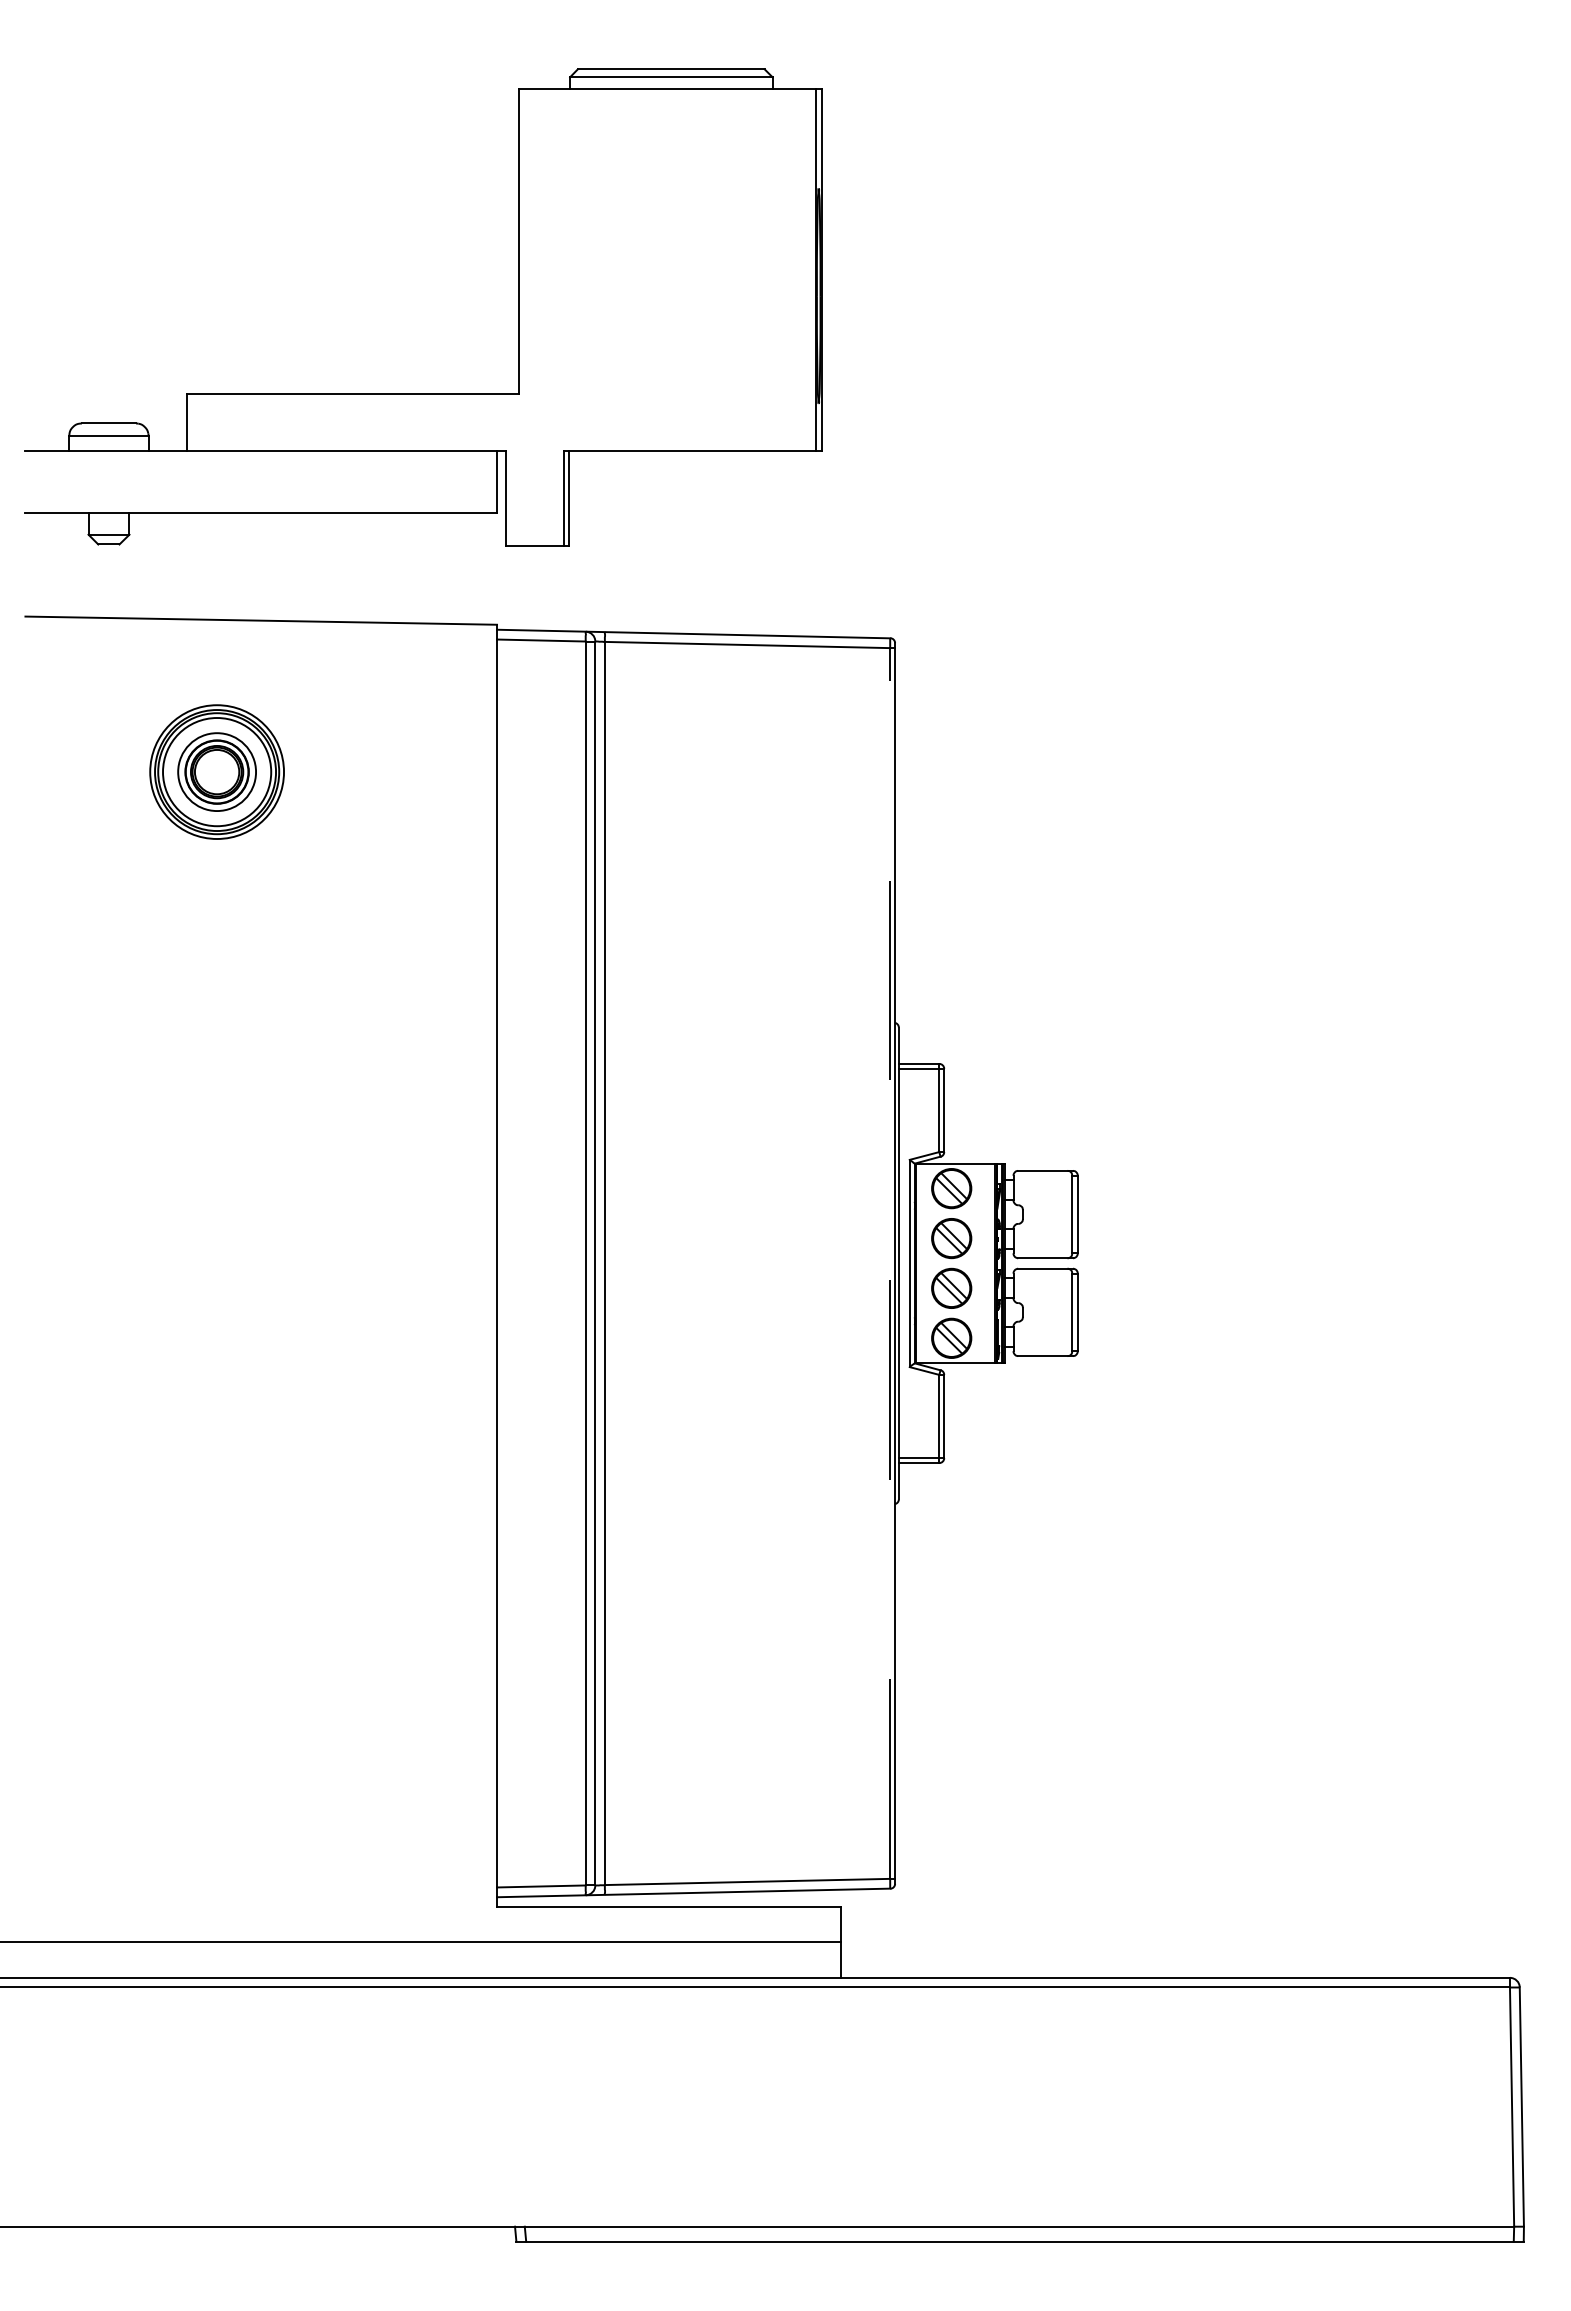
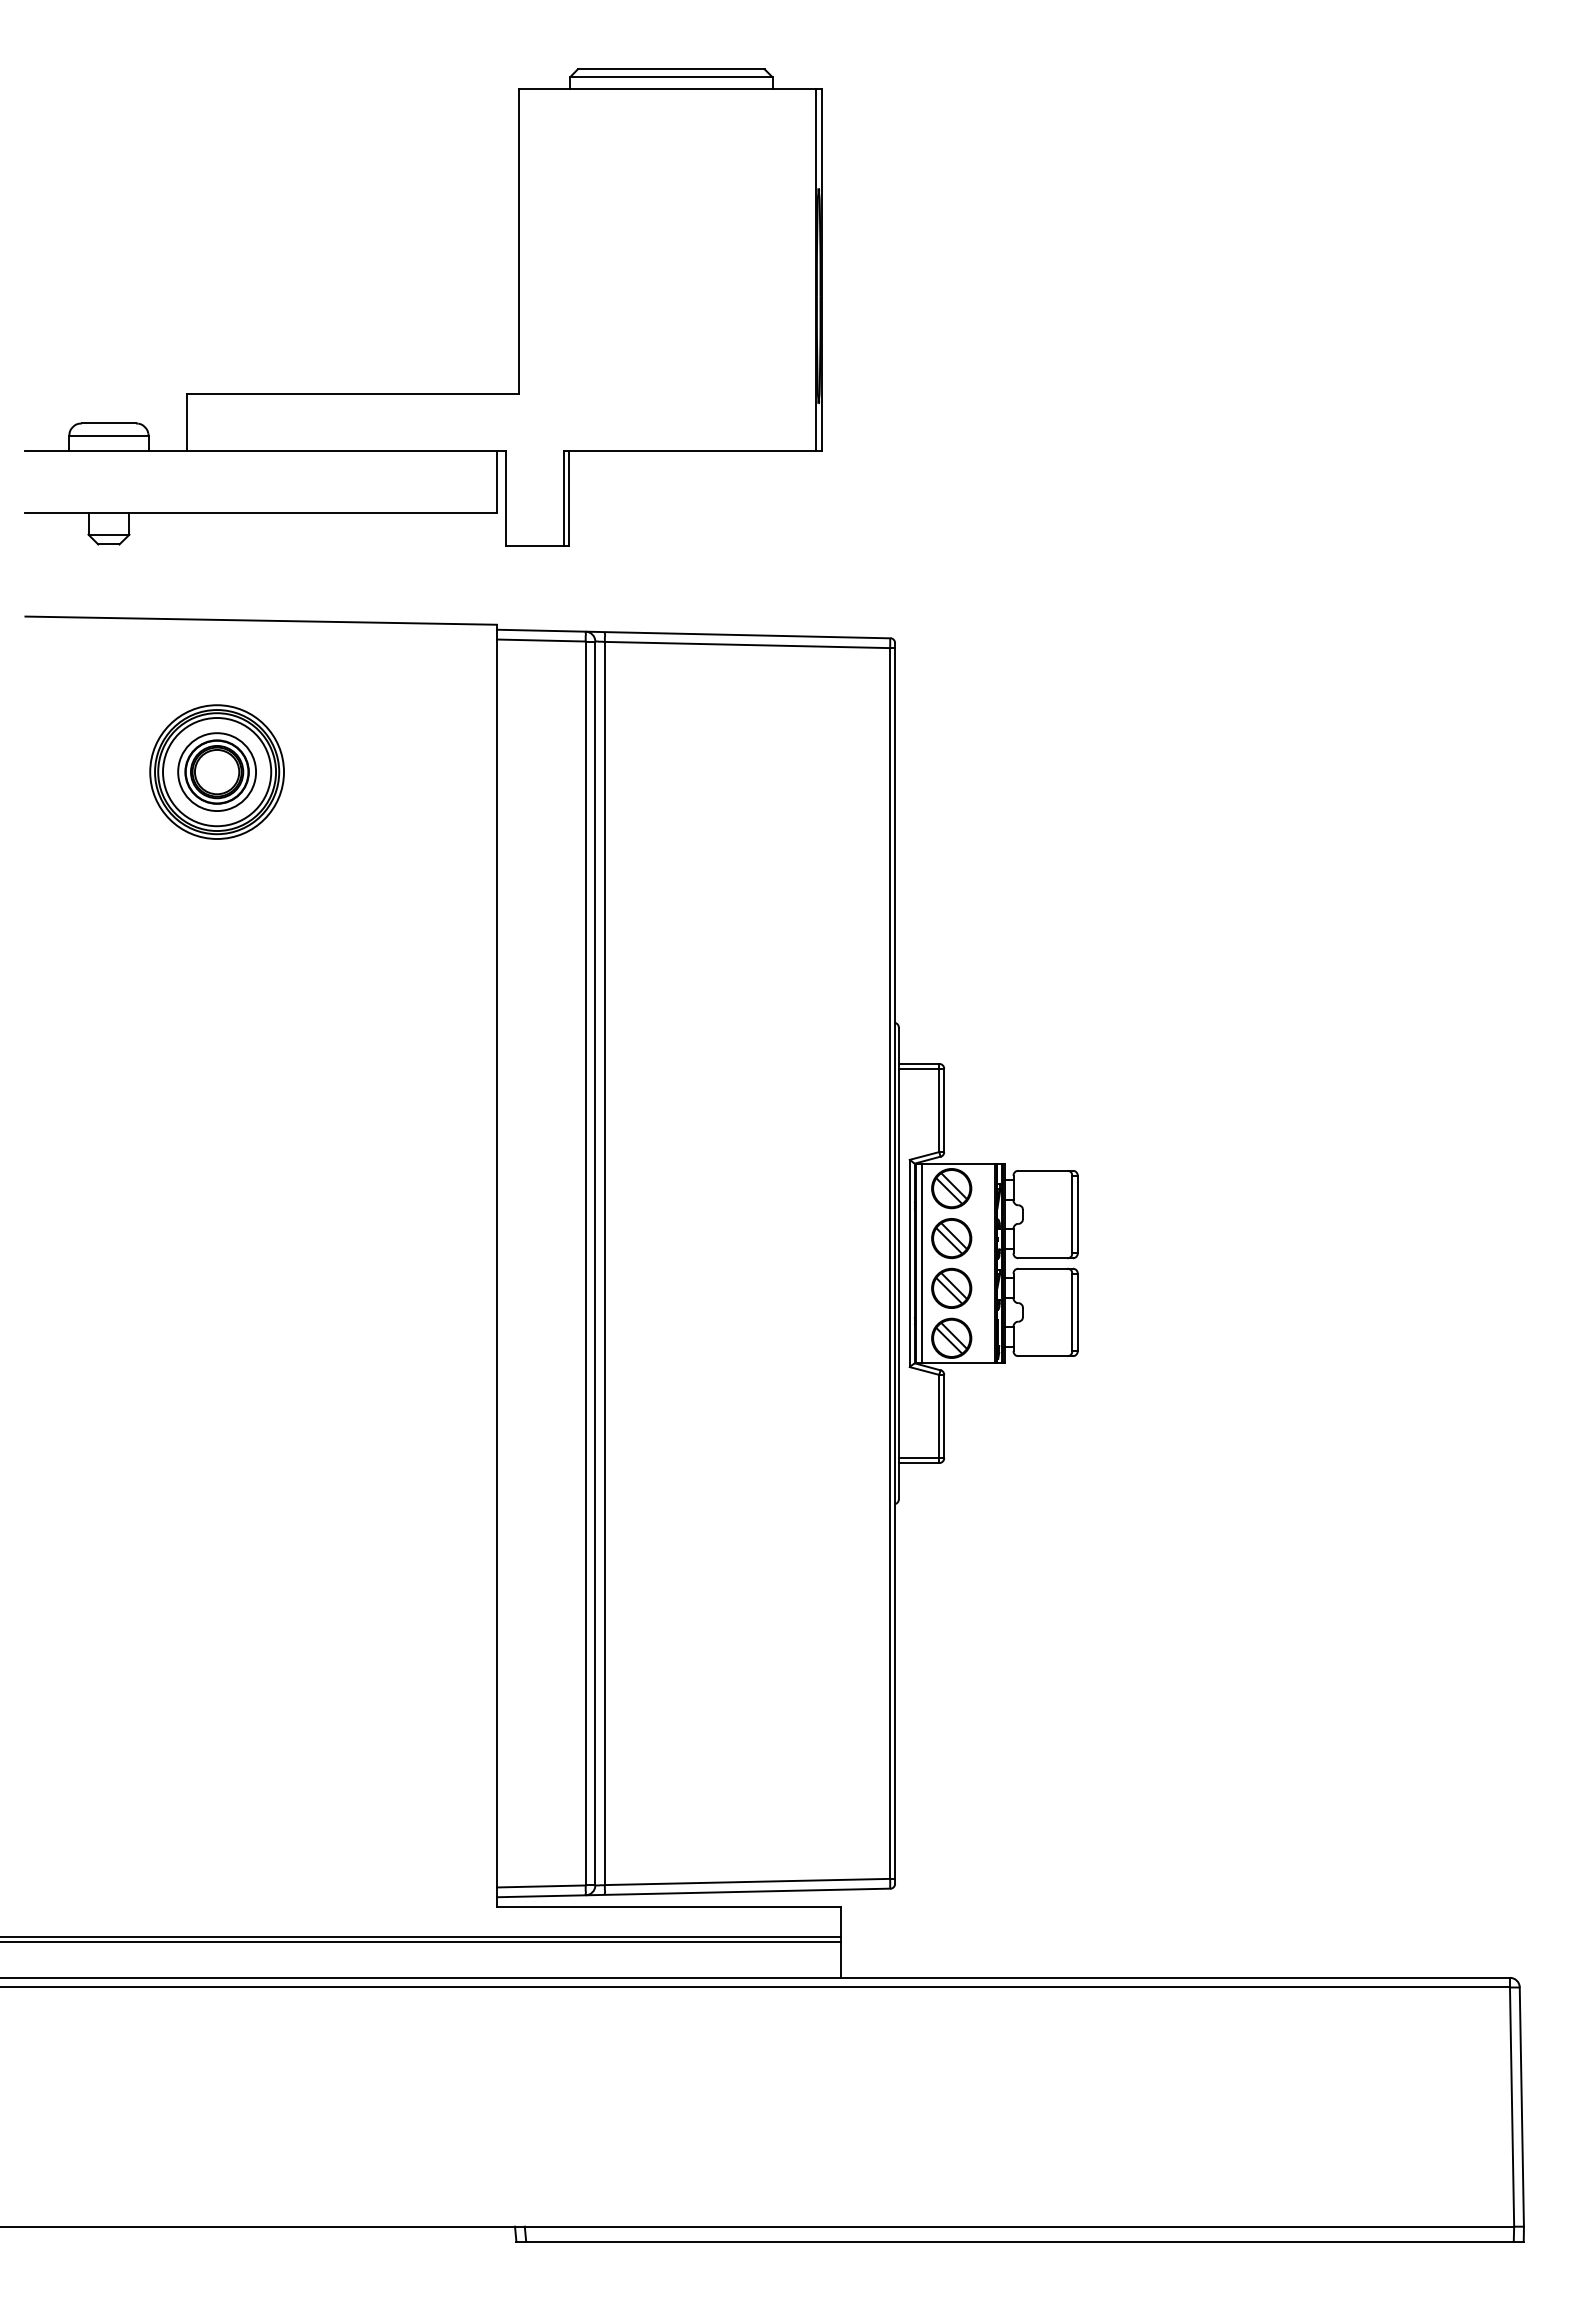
line at (890, 1262): dashed -> solid
line at (922, 1263): none -> present
line at (421, 1936): none -> present
